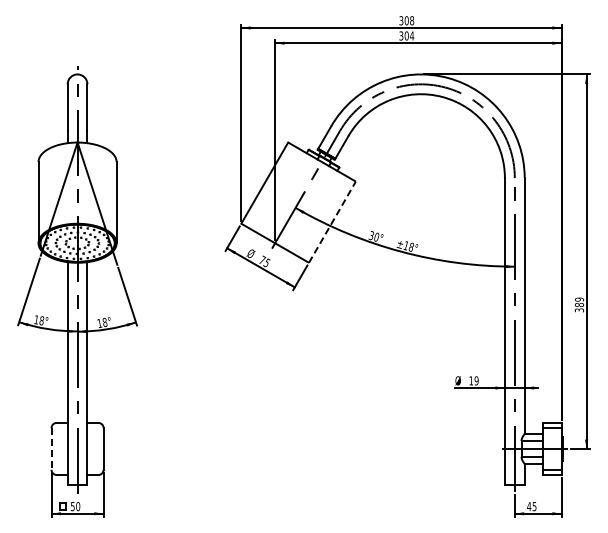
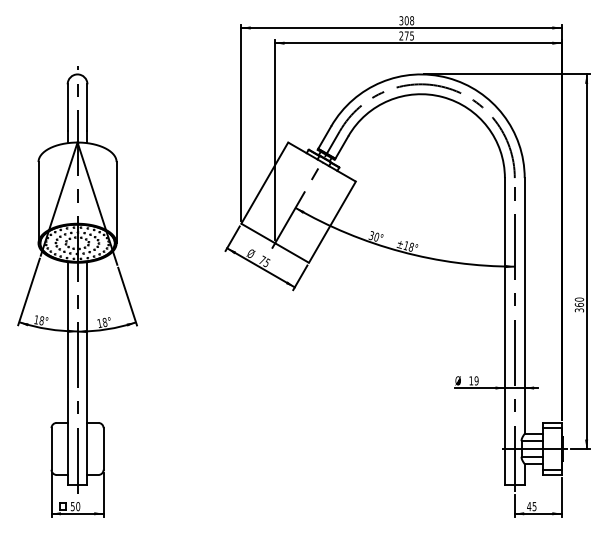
text at (406, 35): 304 -> 275
line at (332, 222): dashed -> solid
text at (579, 302): 389 -> 360
line at (51, 448): dashed -> solid
